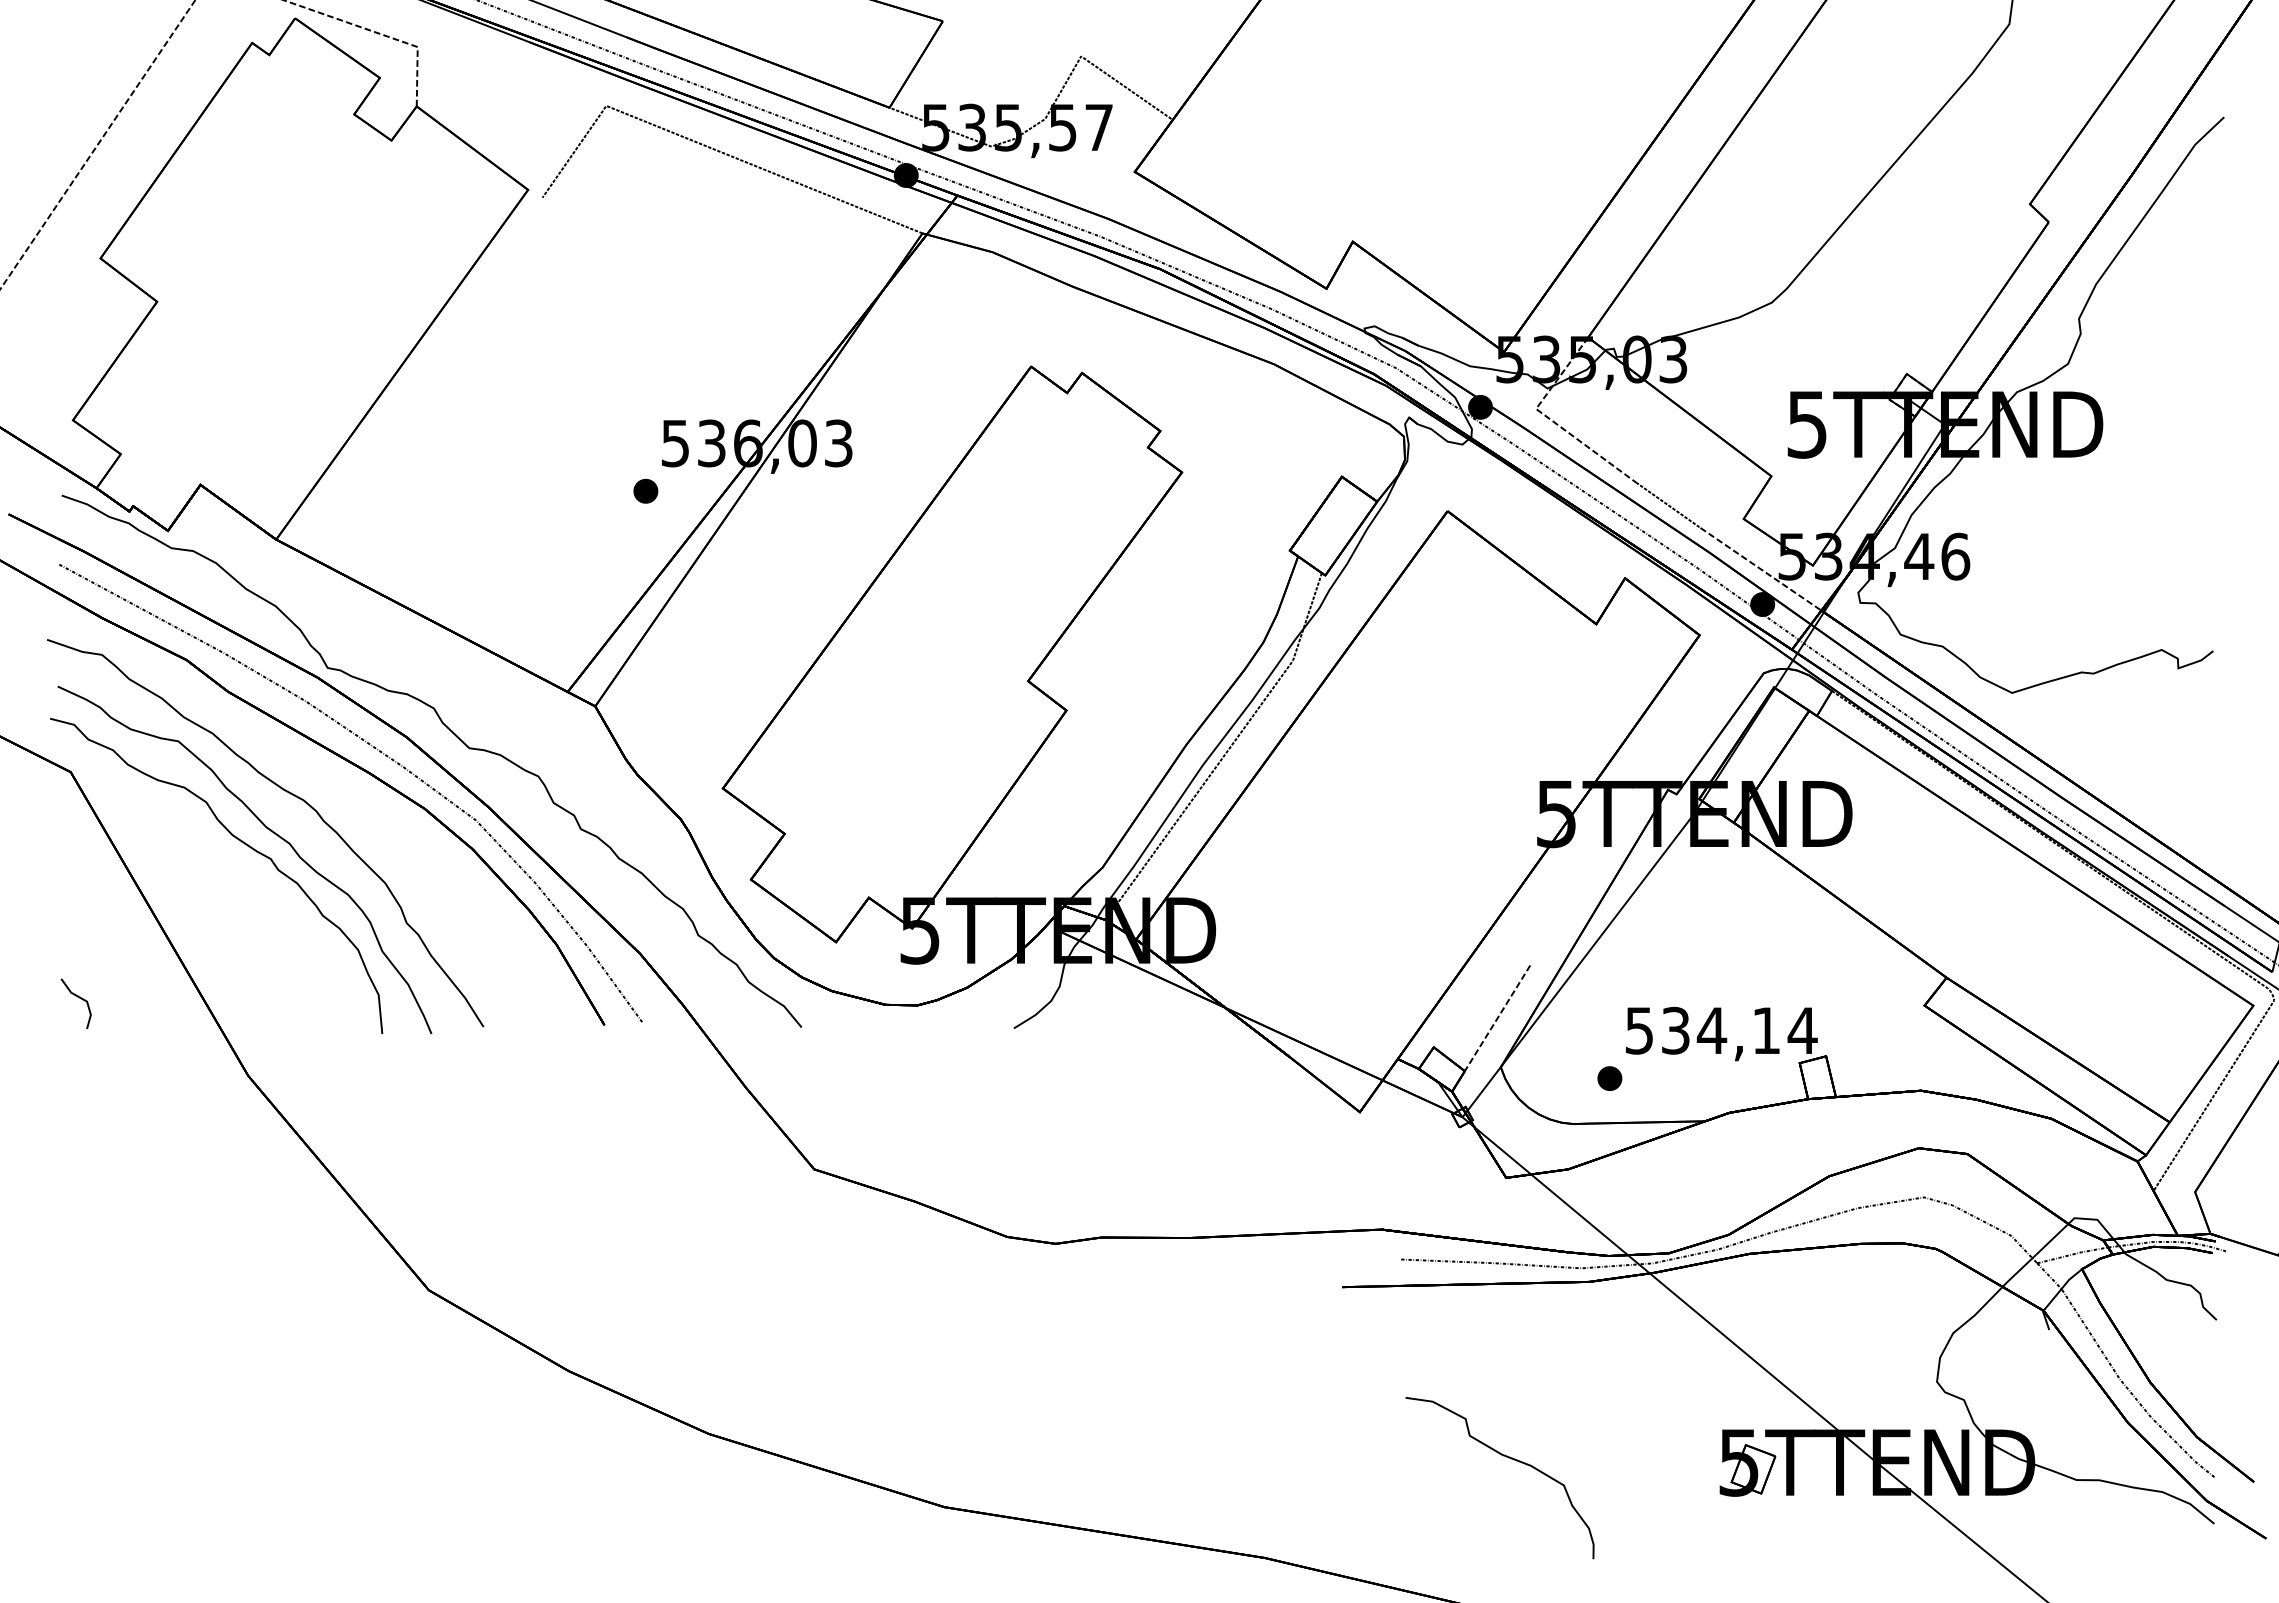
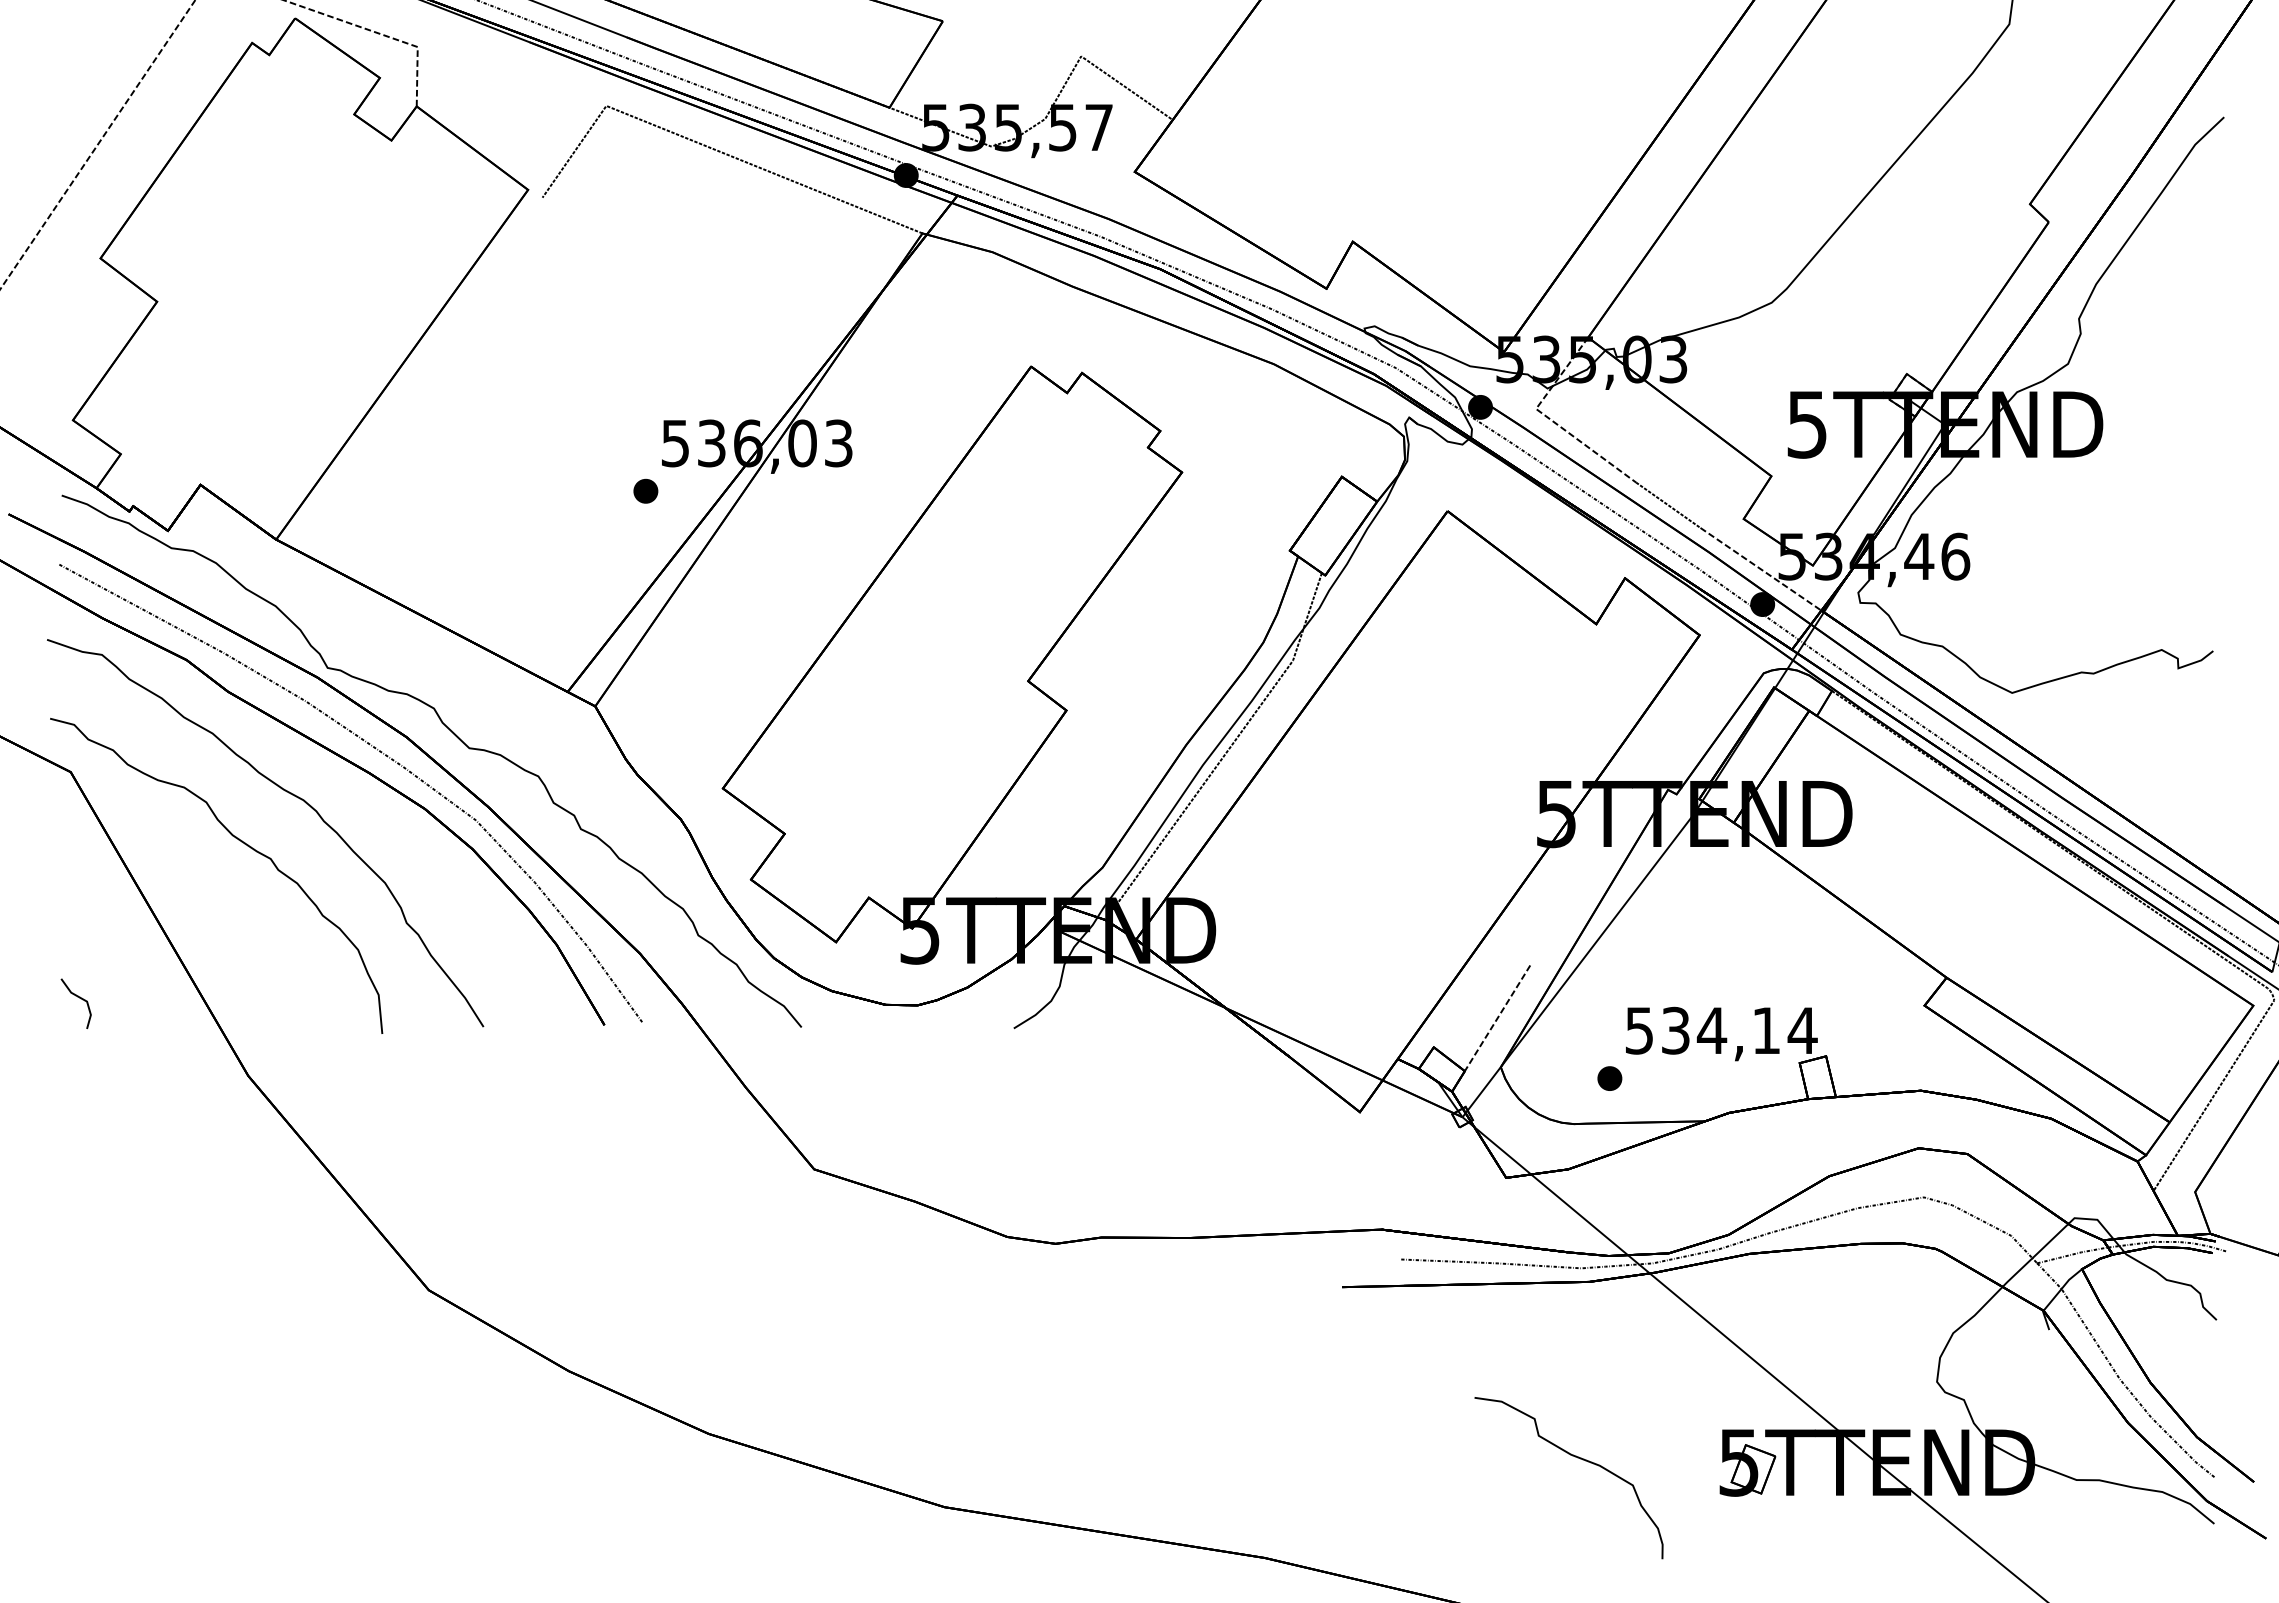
curve at (267, 829): present -> none
curve at (1508, 1458) position: (1508, 1458) -> (1577, 1458)
